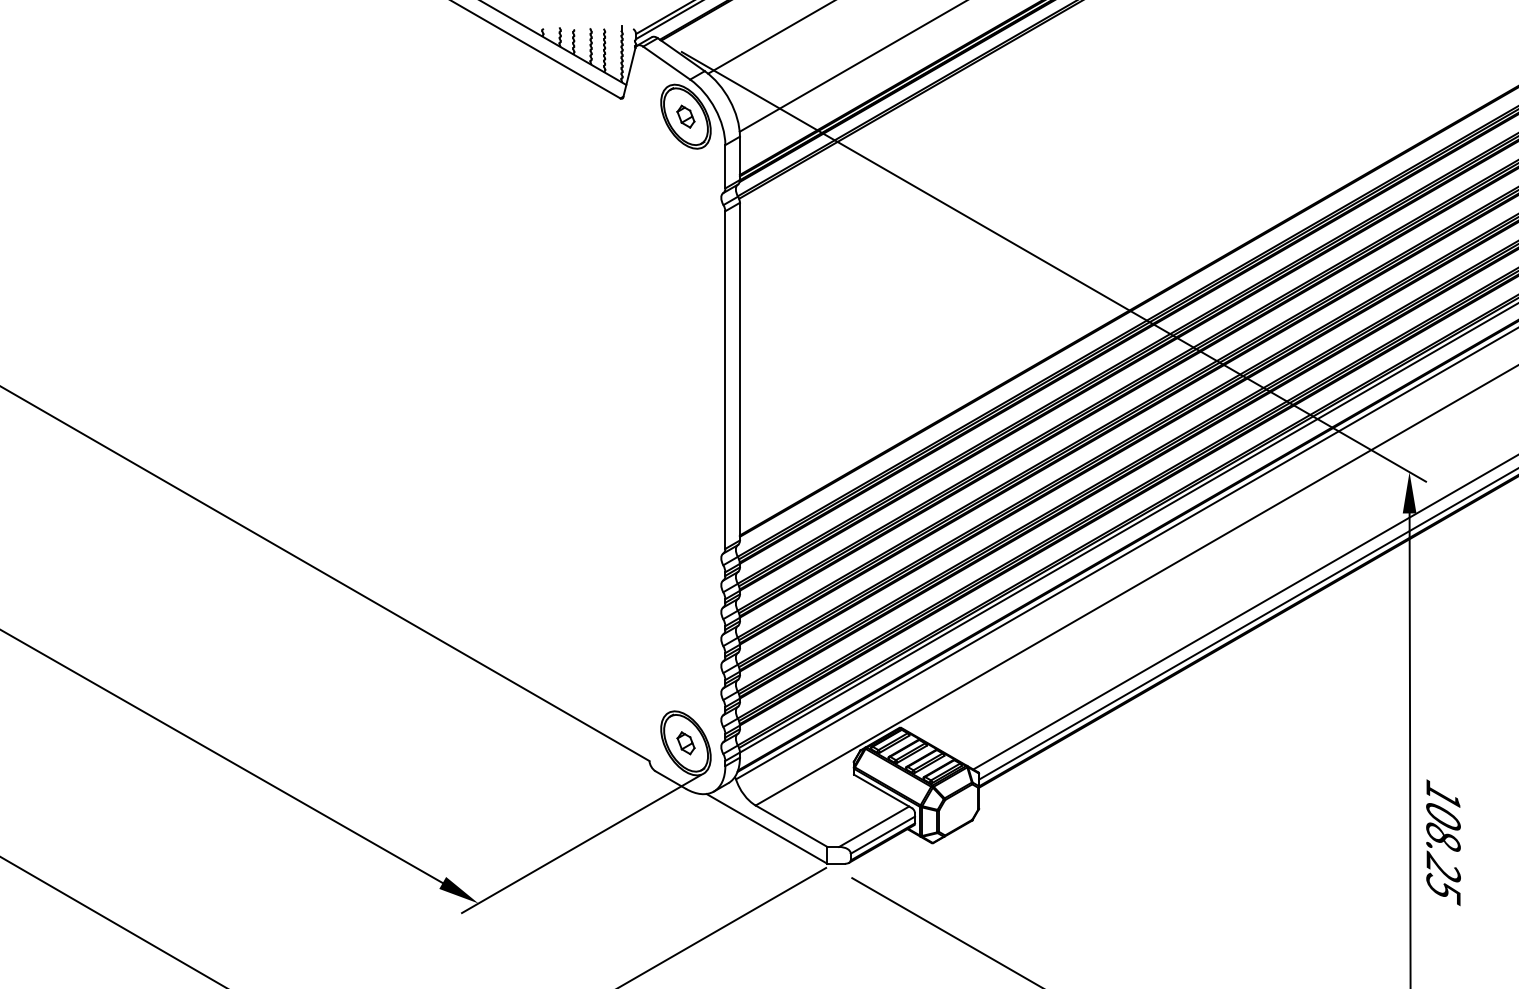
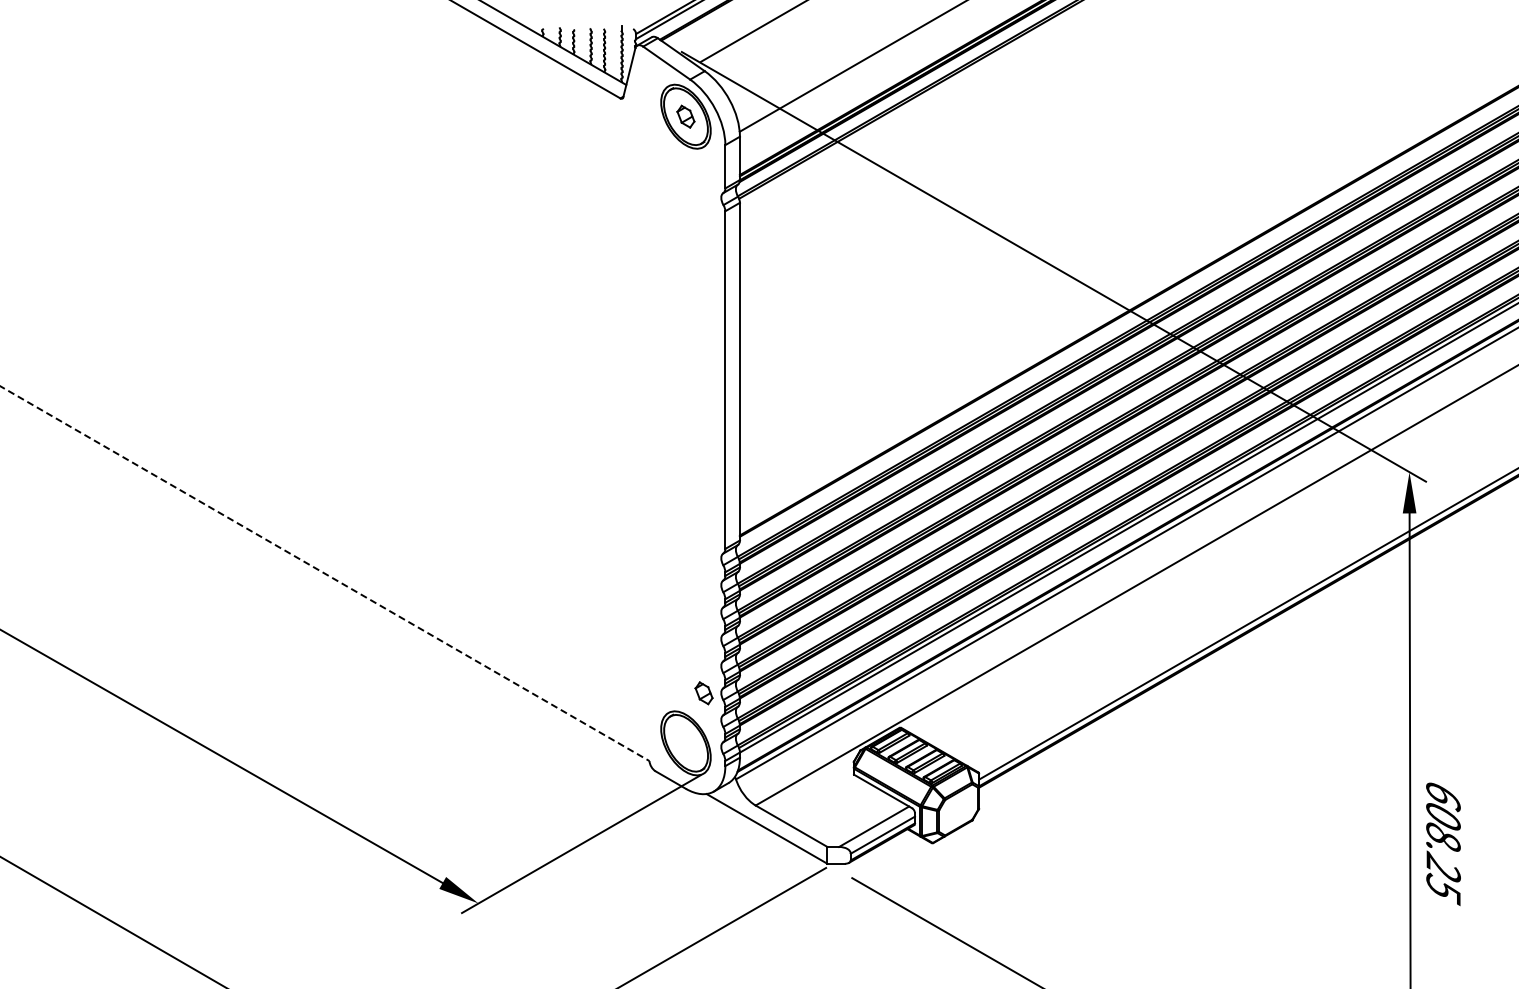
line at (770, 37) position: (770, 37) -> (752, 31)
line at (324, 573): solid -> dashed
line at (1244, 612): present -> none
part at (685, 743) position: (685, 743) -> (703, 693)
text at (1443, 795): 108.25 -> 608.25
